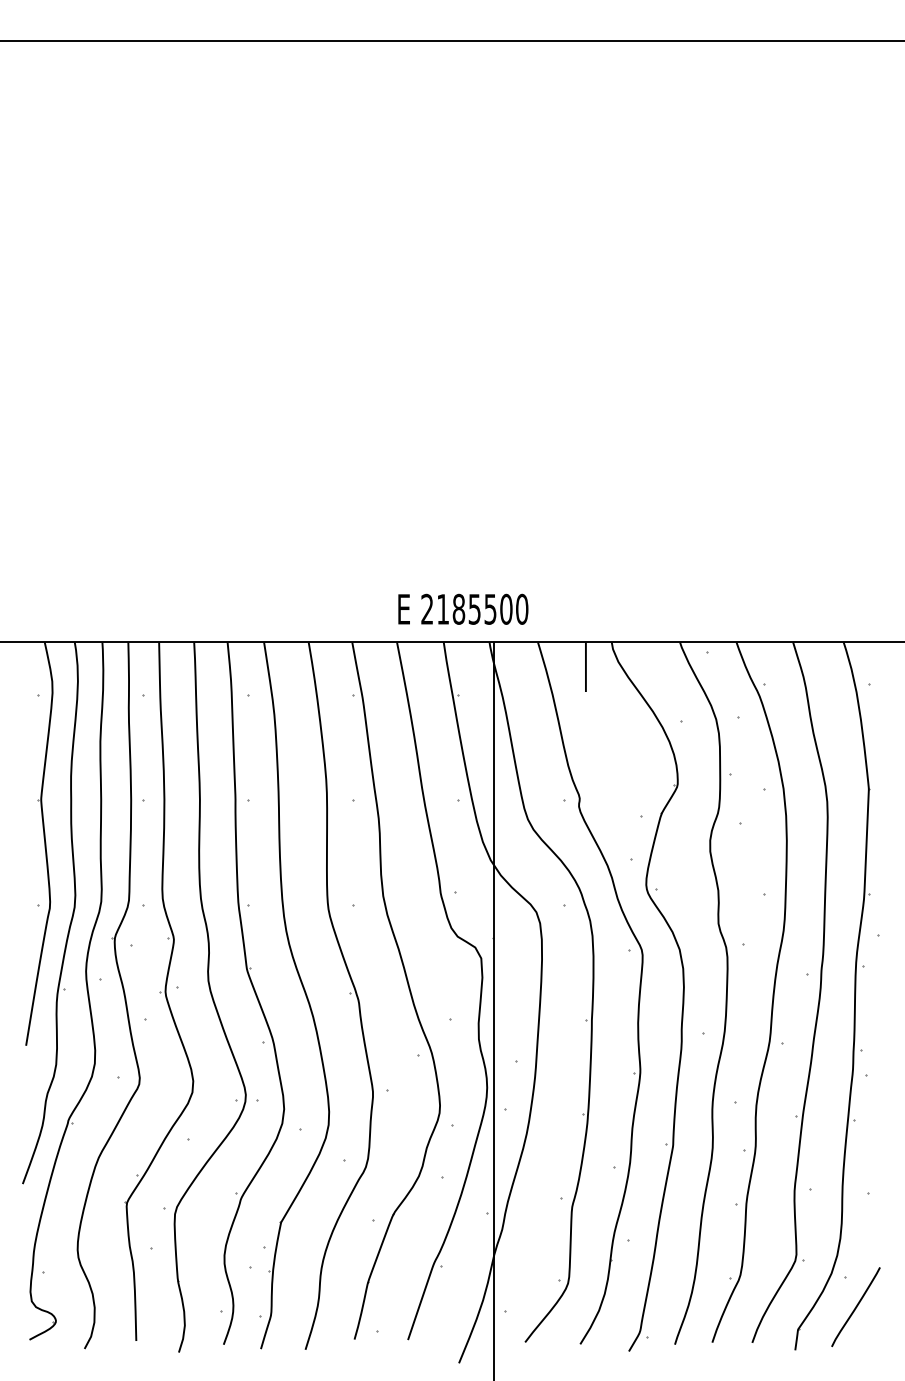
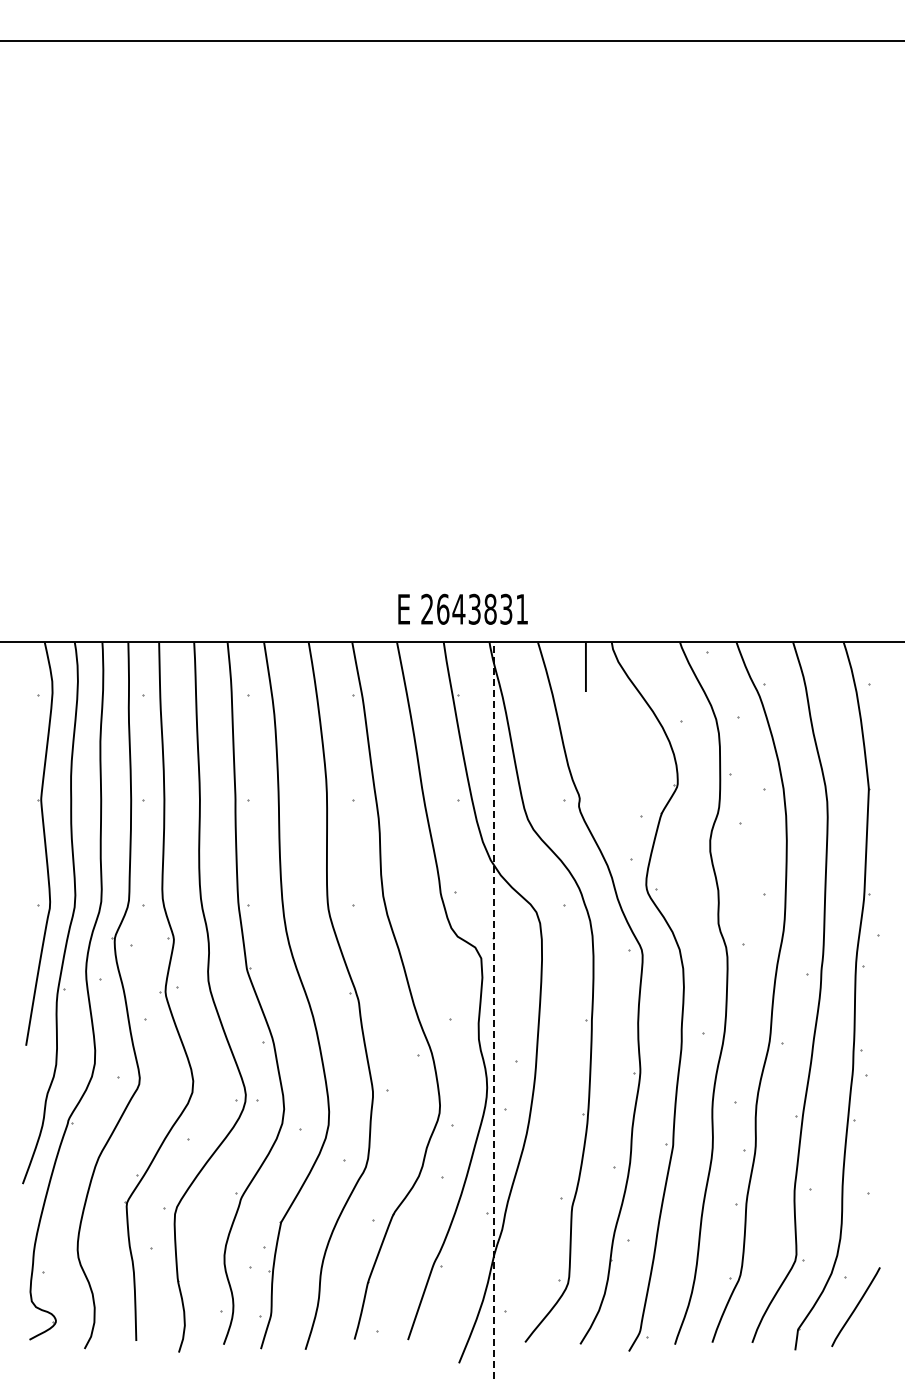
text at (482, 608): 2185500 -> 2643831
line at (493, 1010): solid -> dashed
